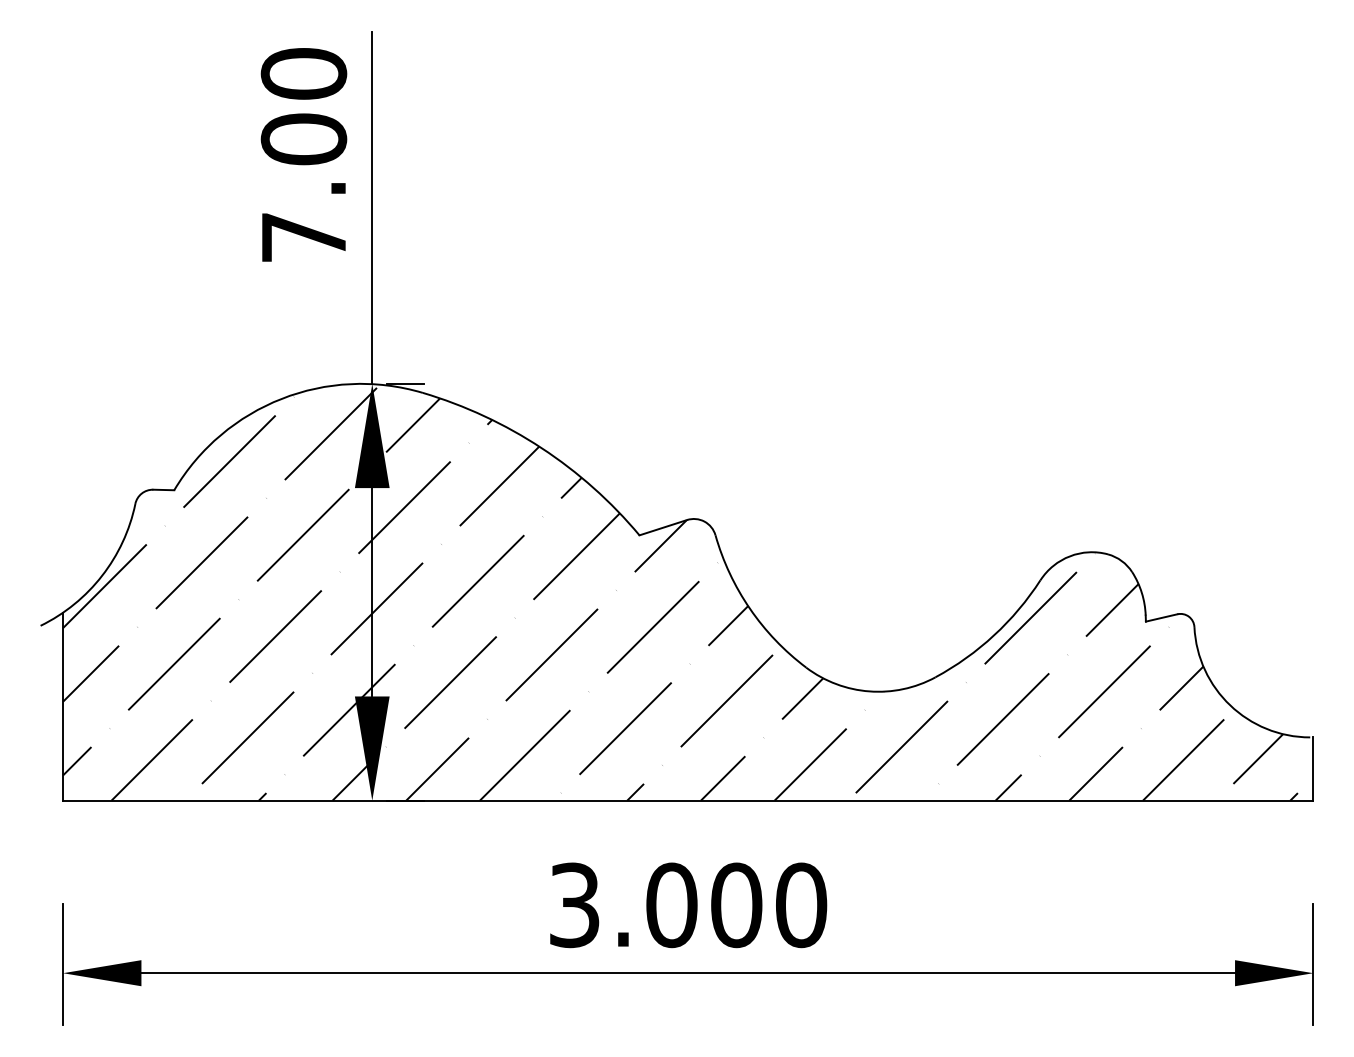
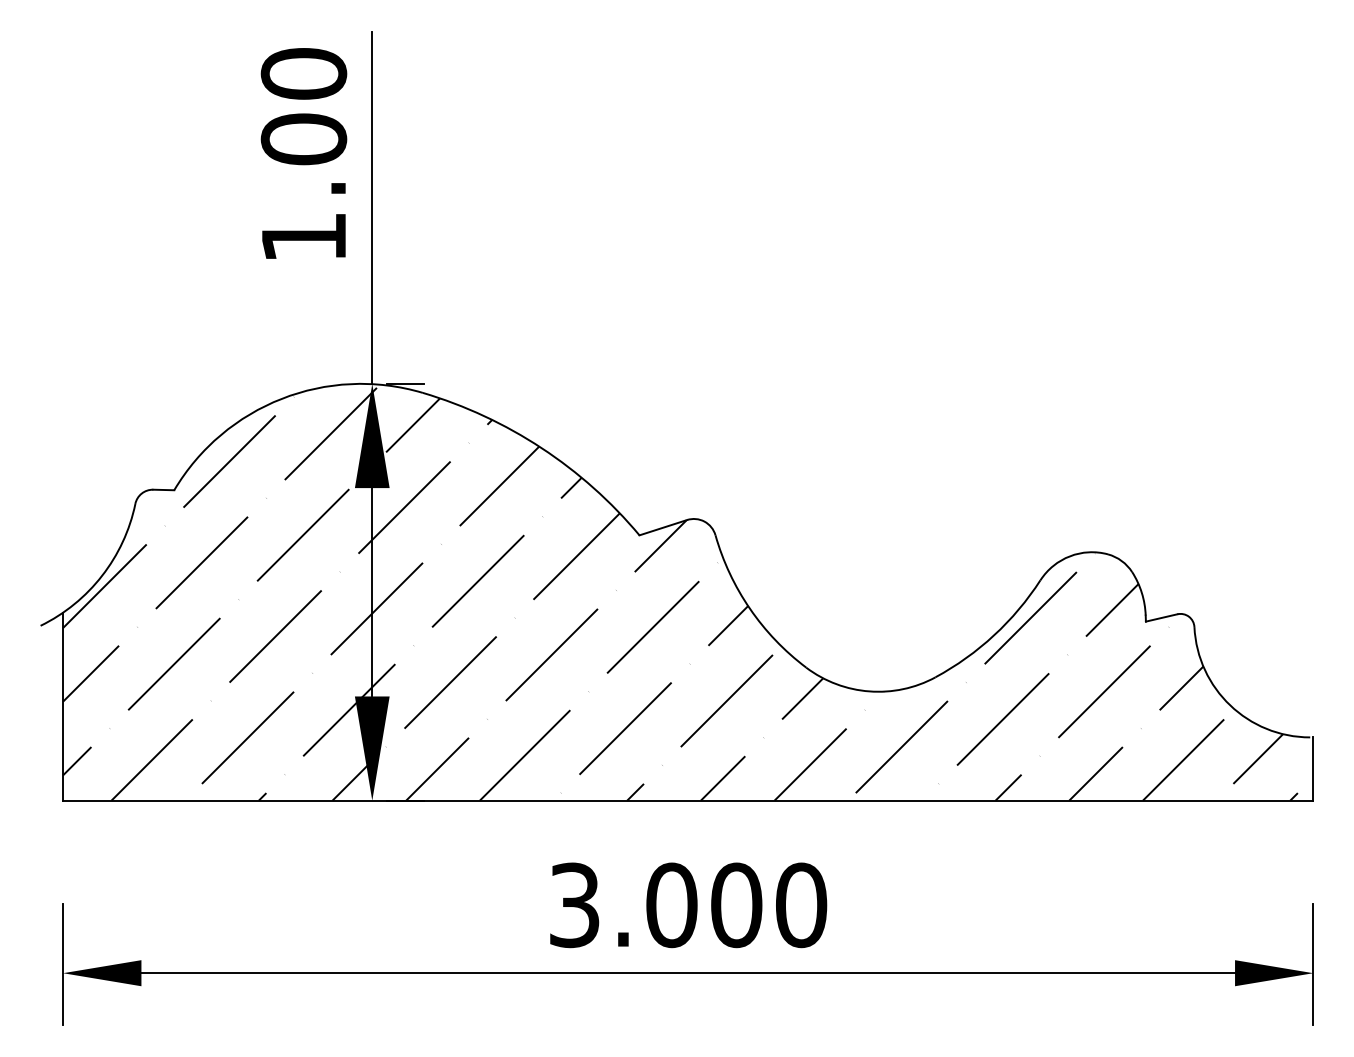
text at (303, 237): 7.00 -> 1.00
